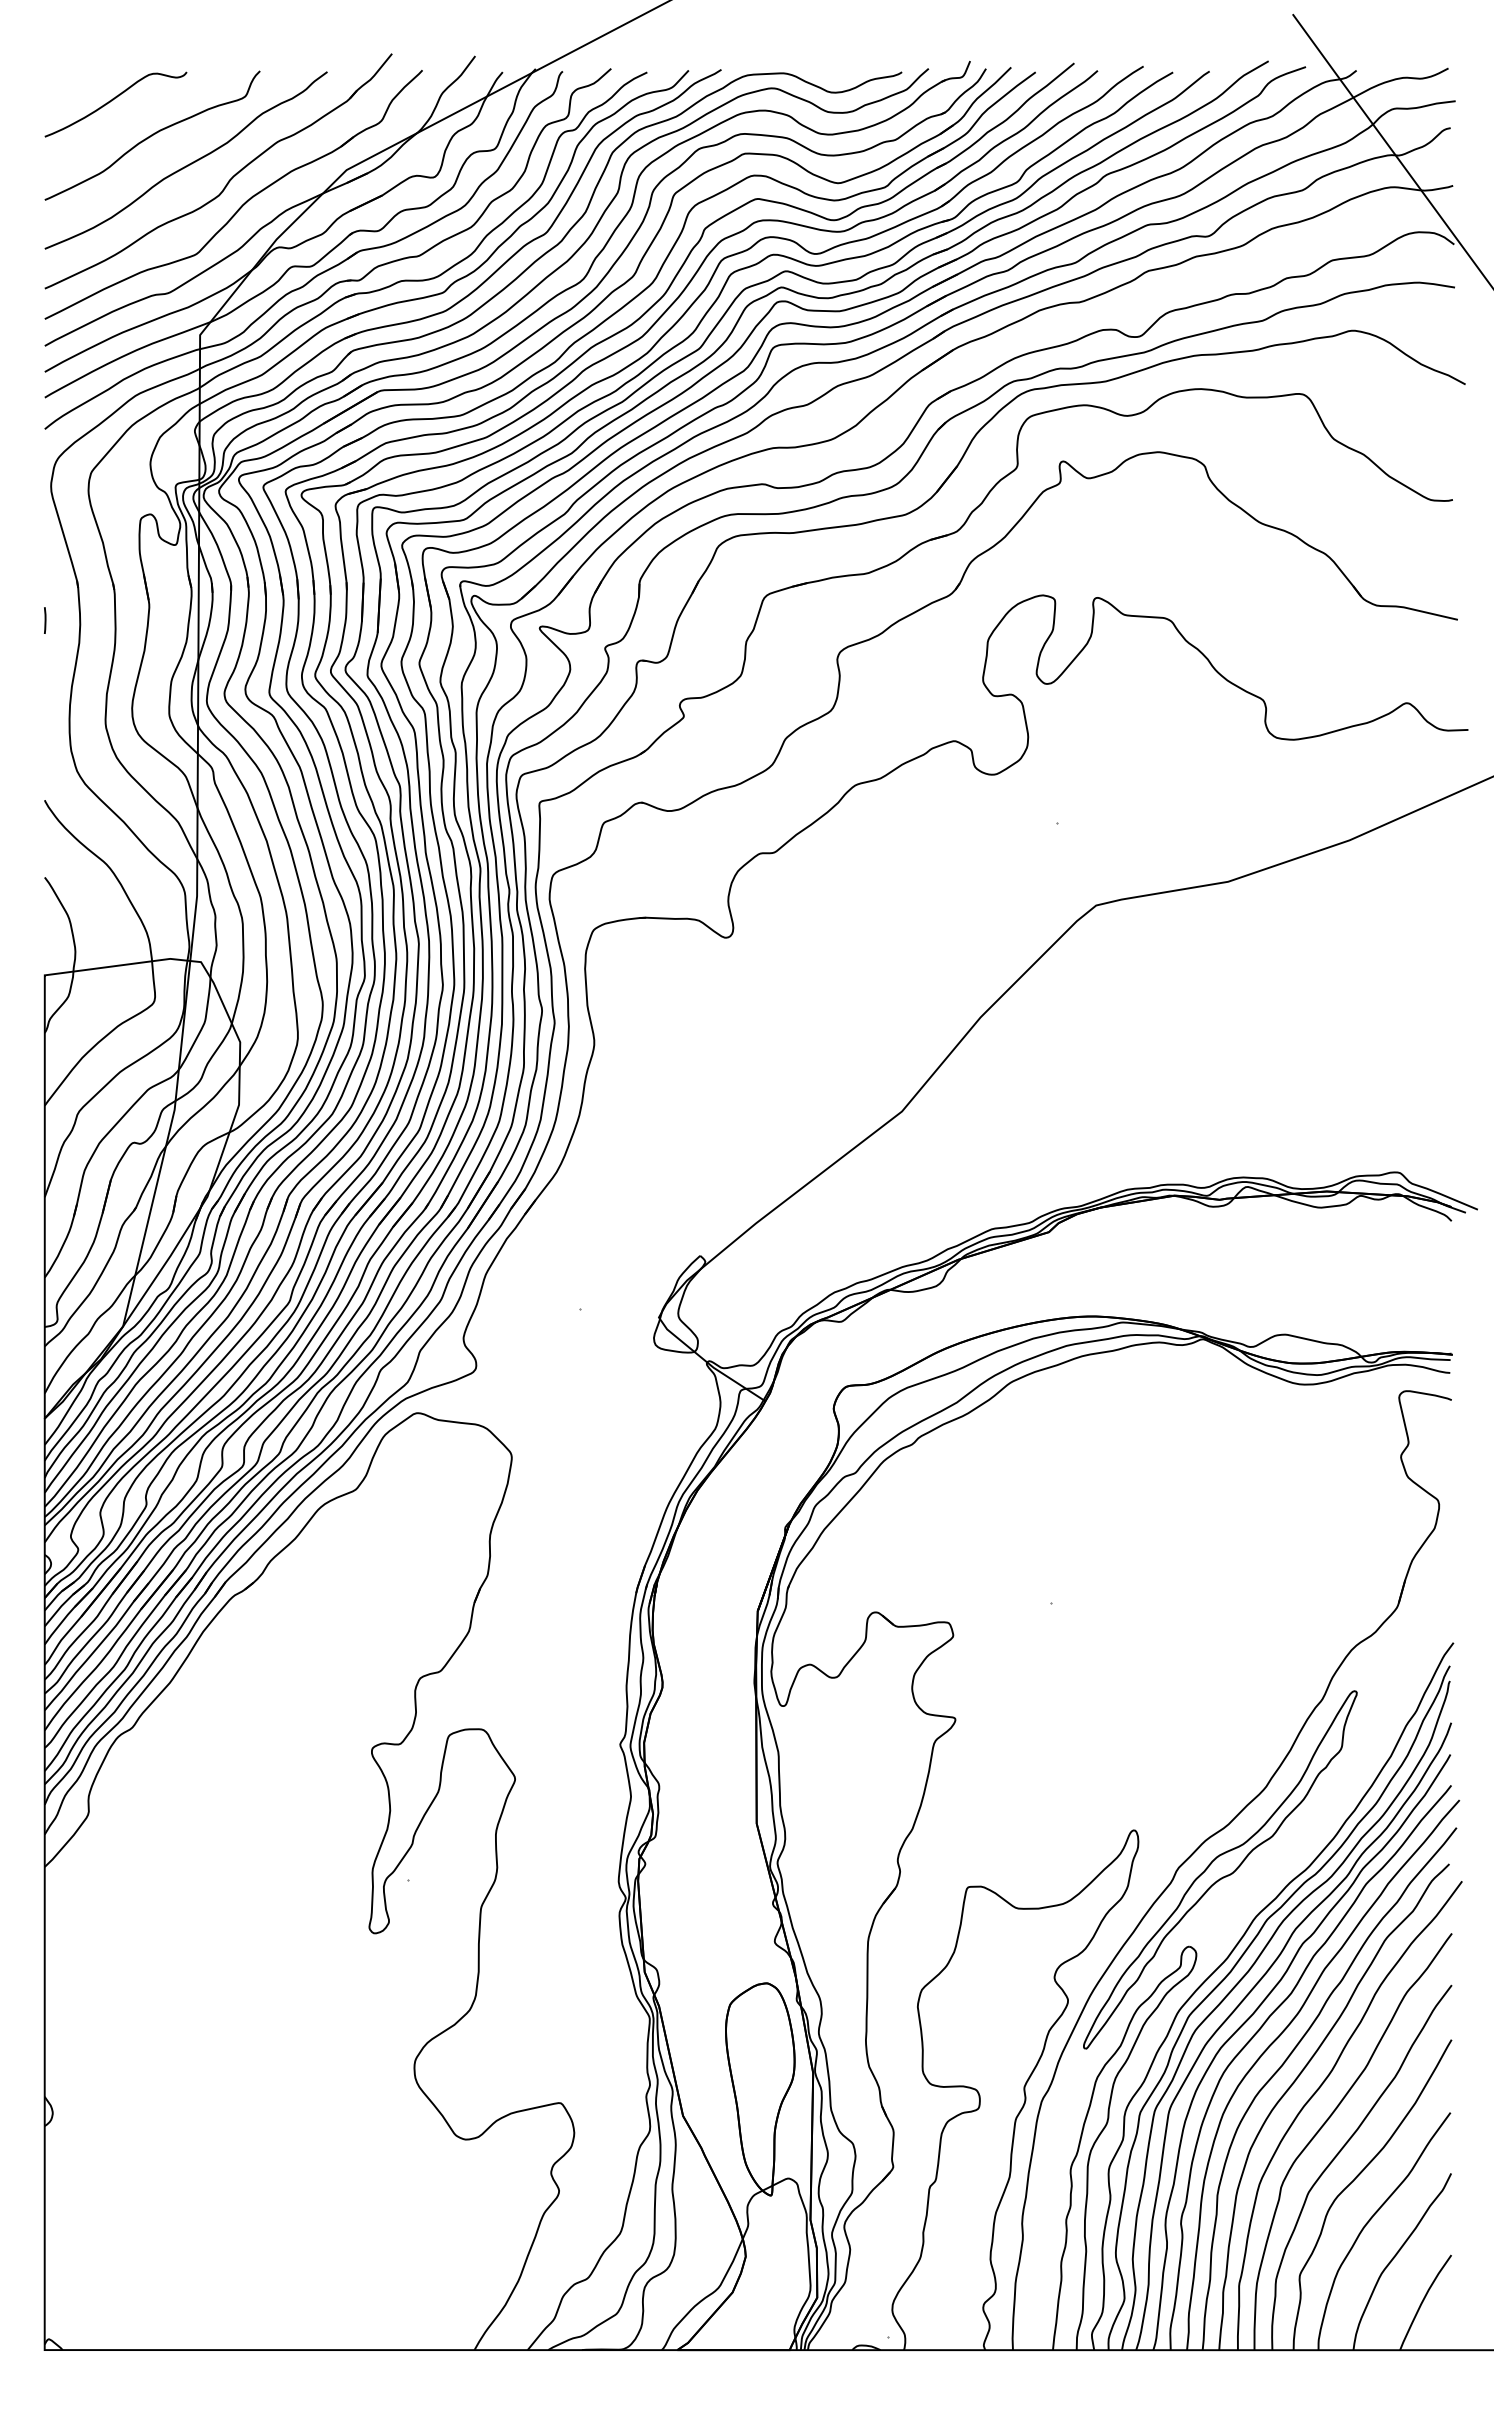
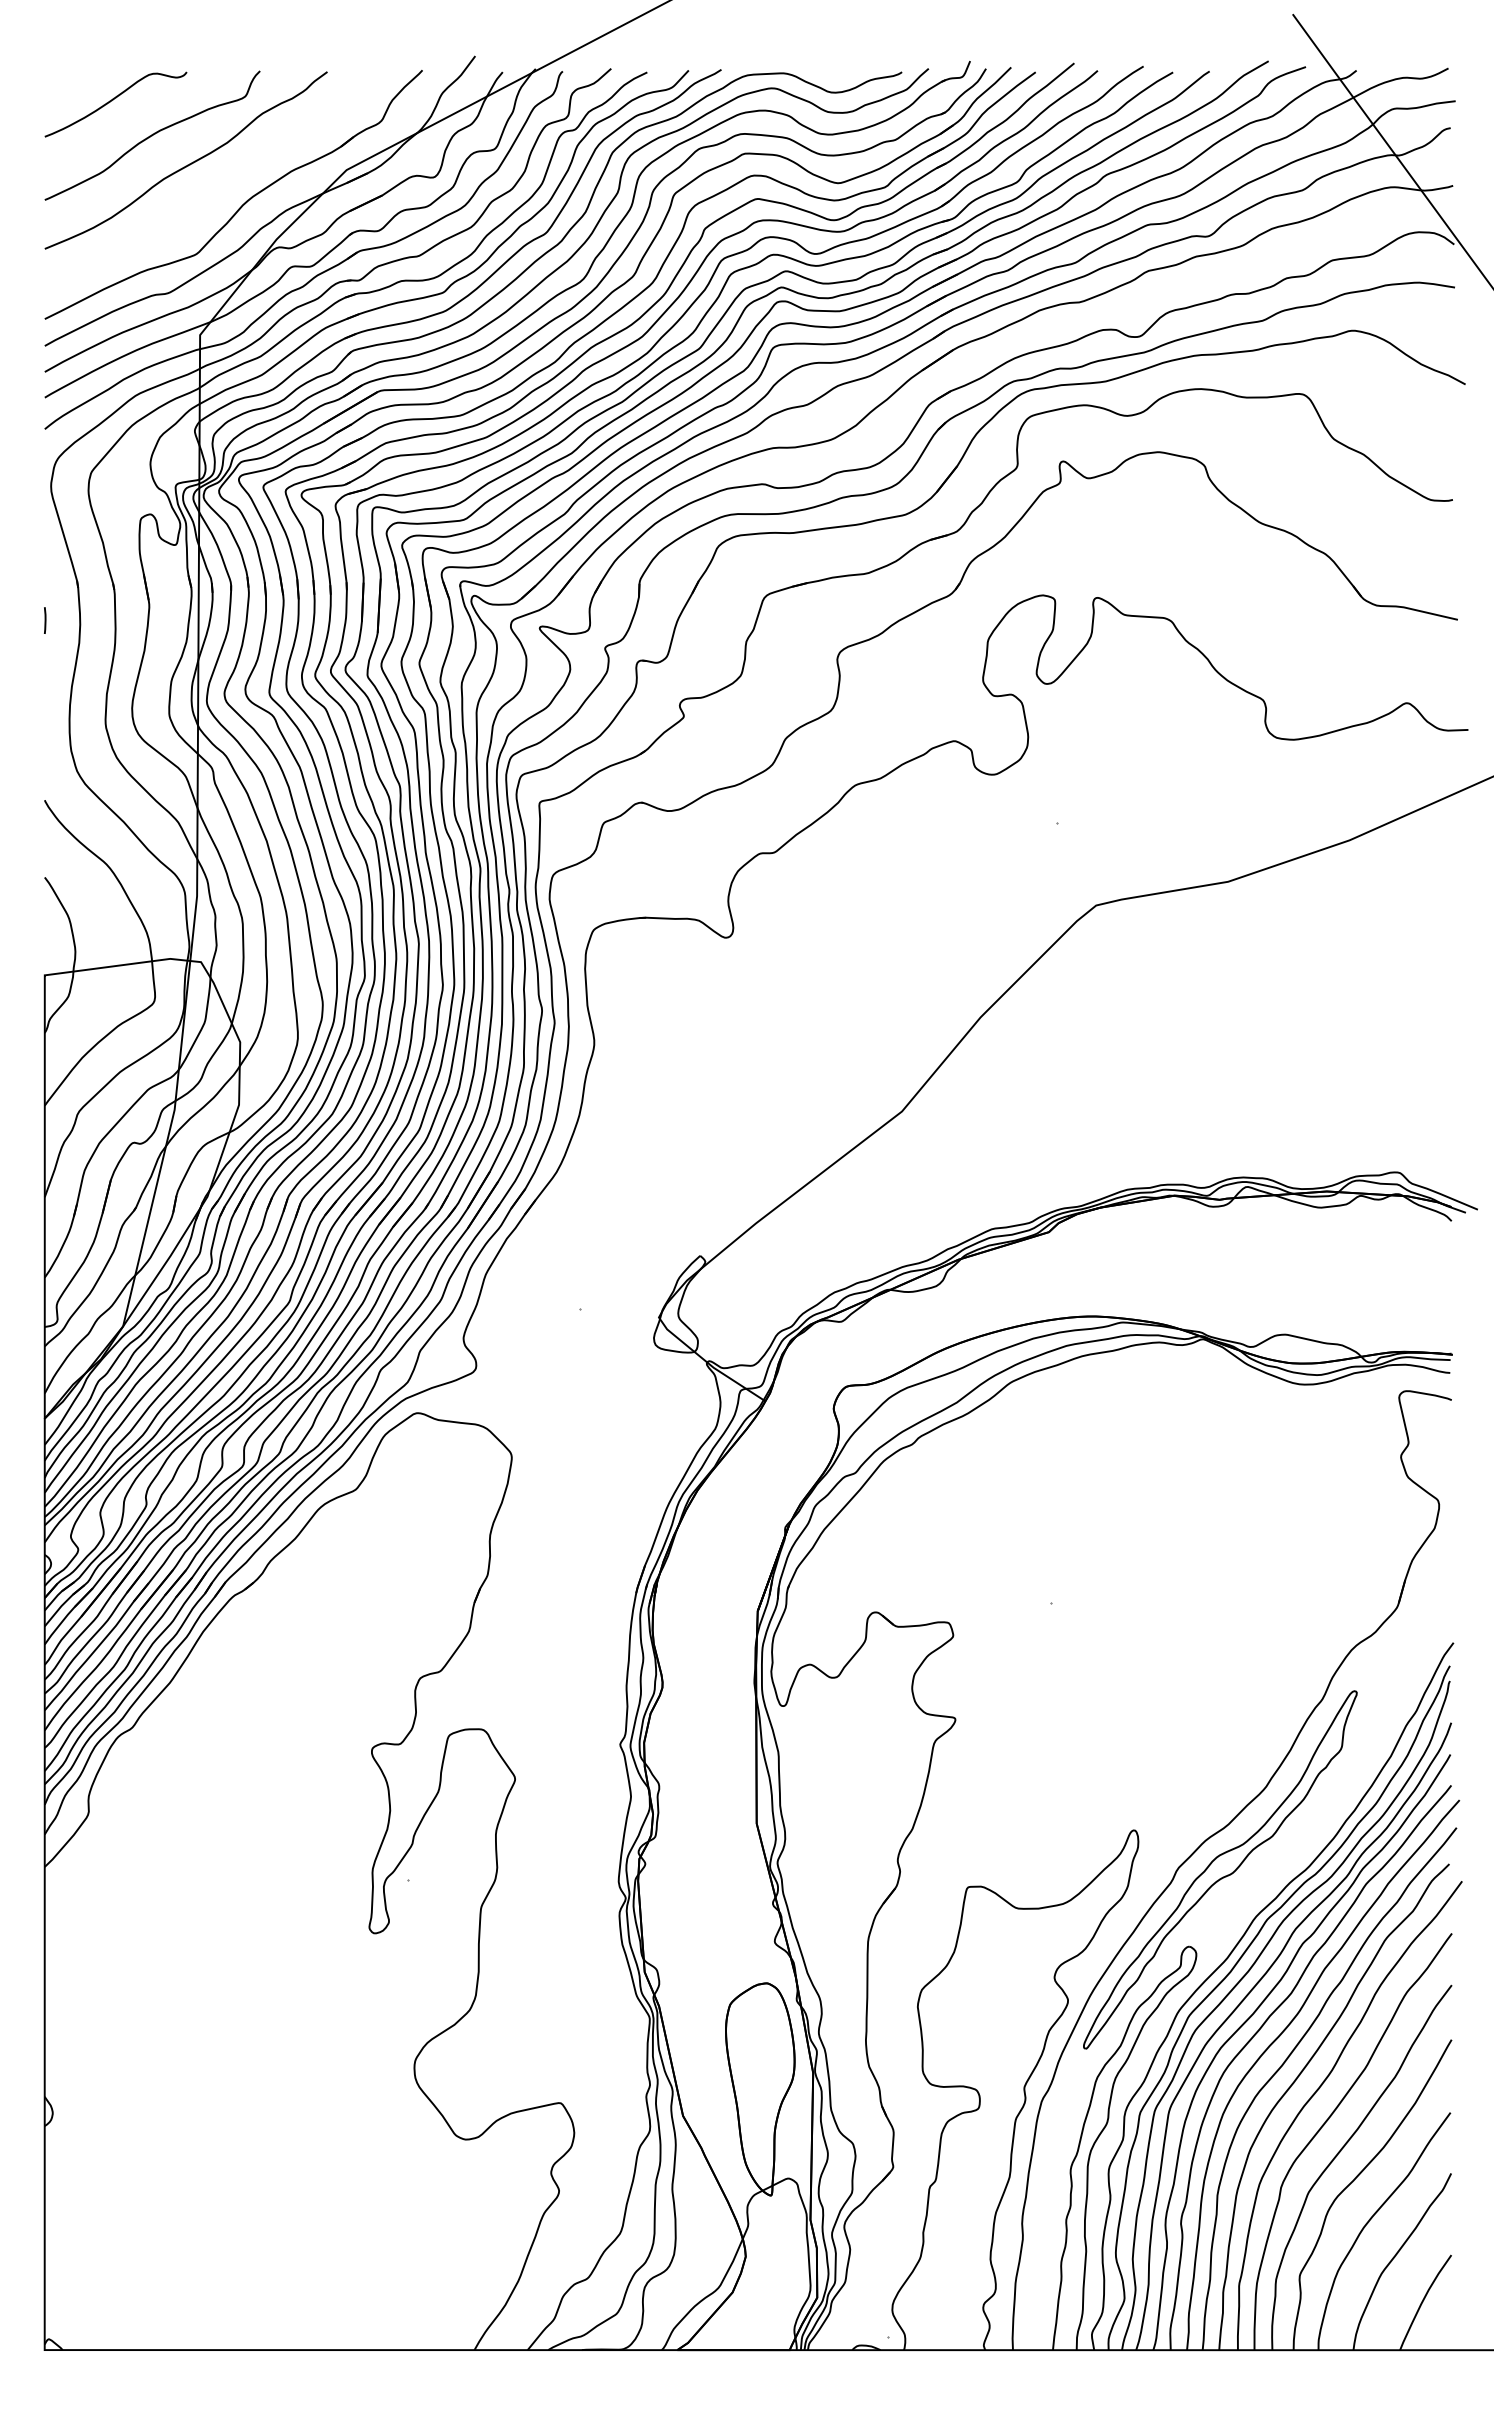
part at (228, 180): present -> none
